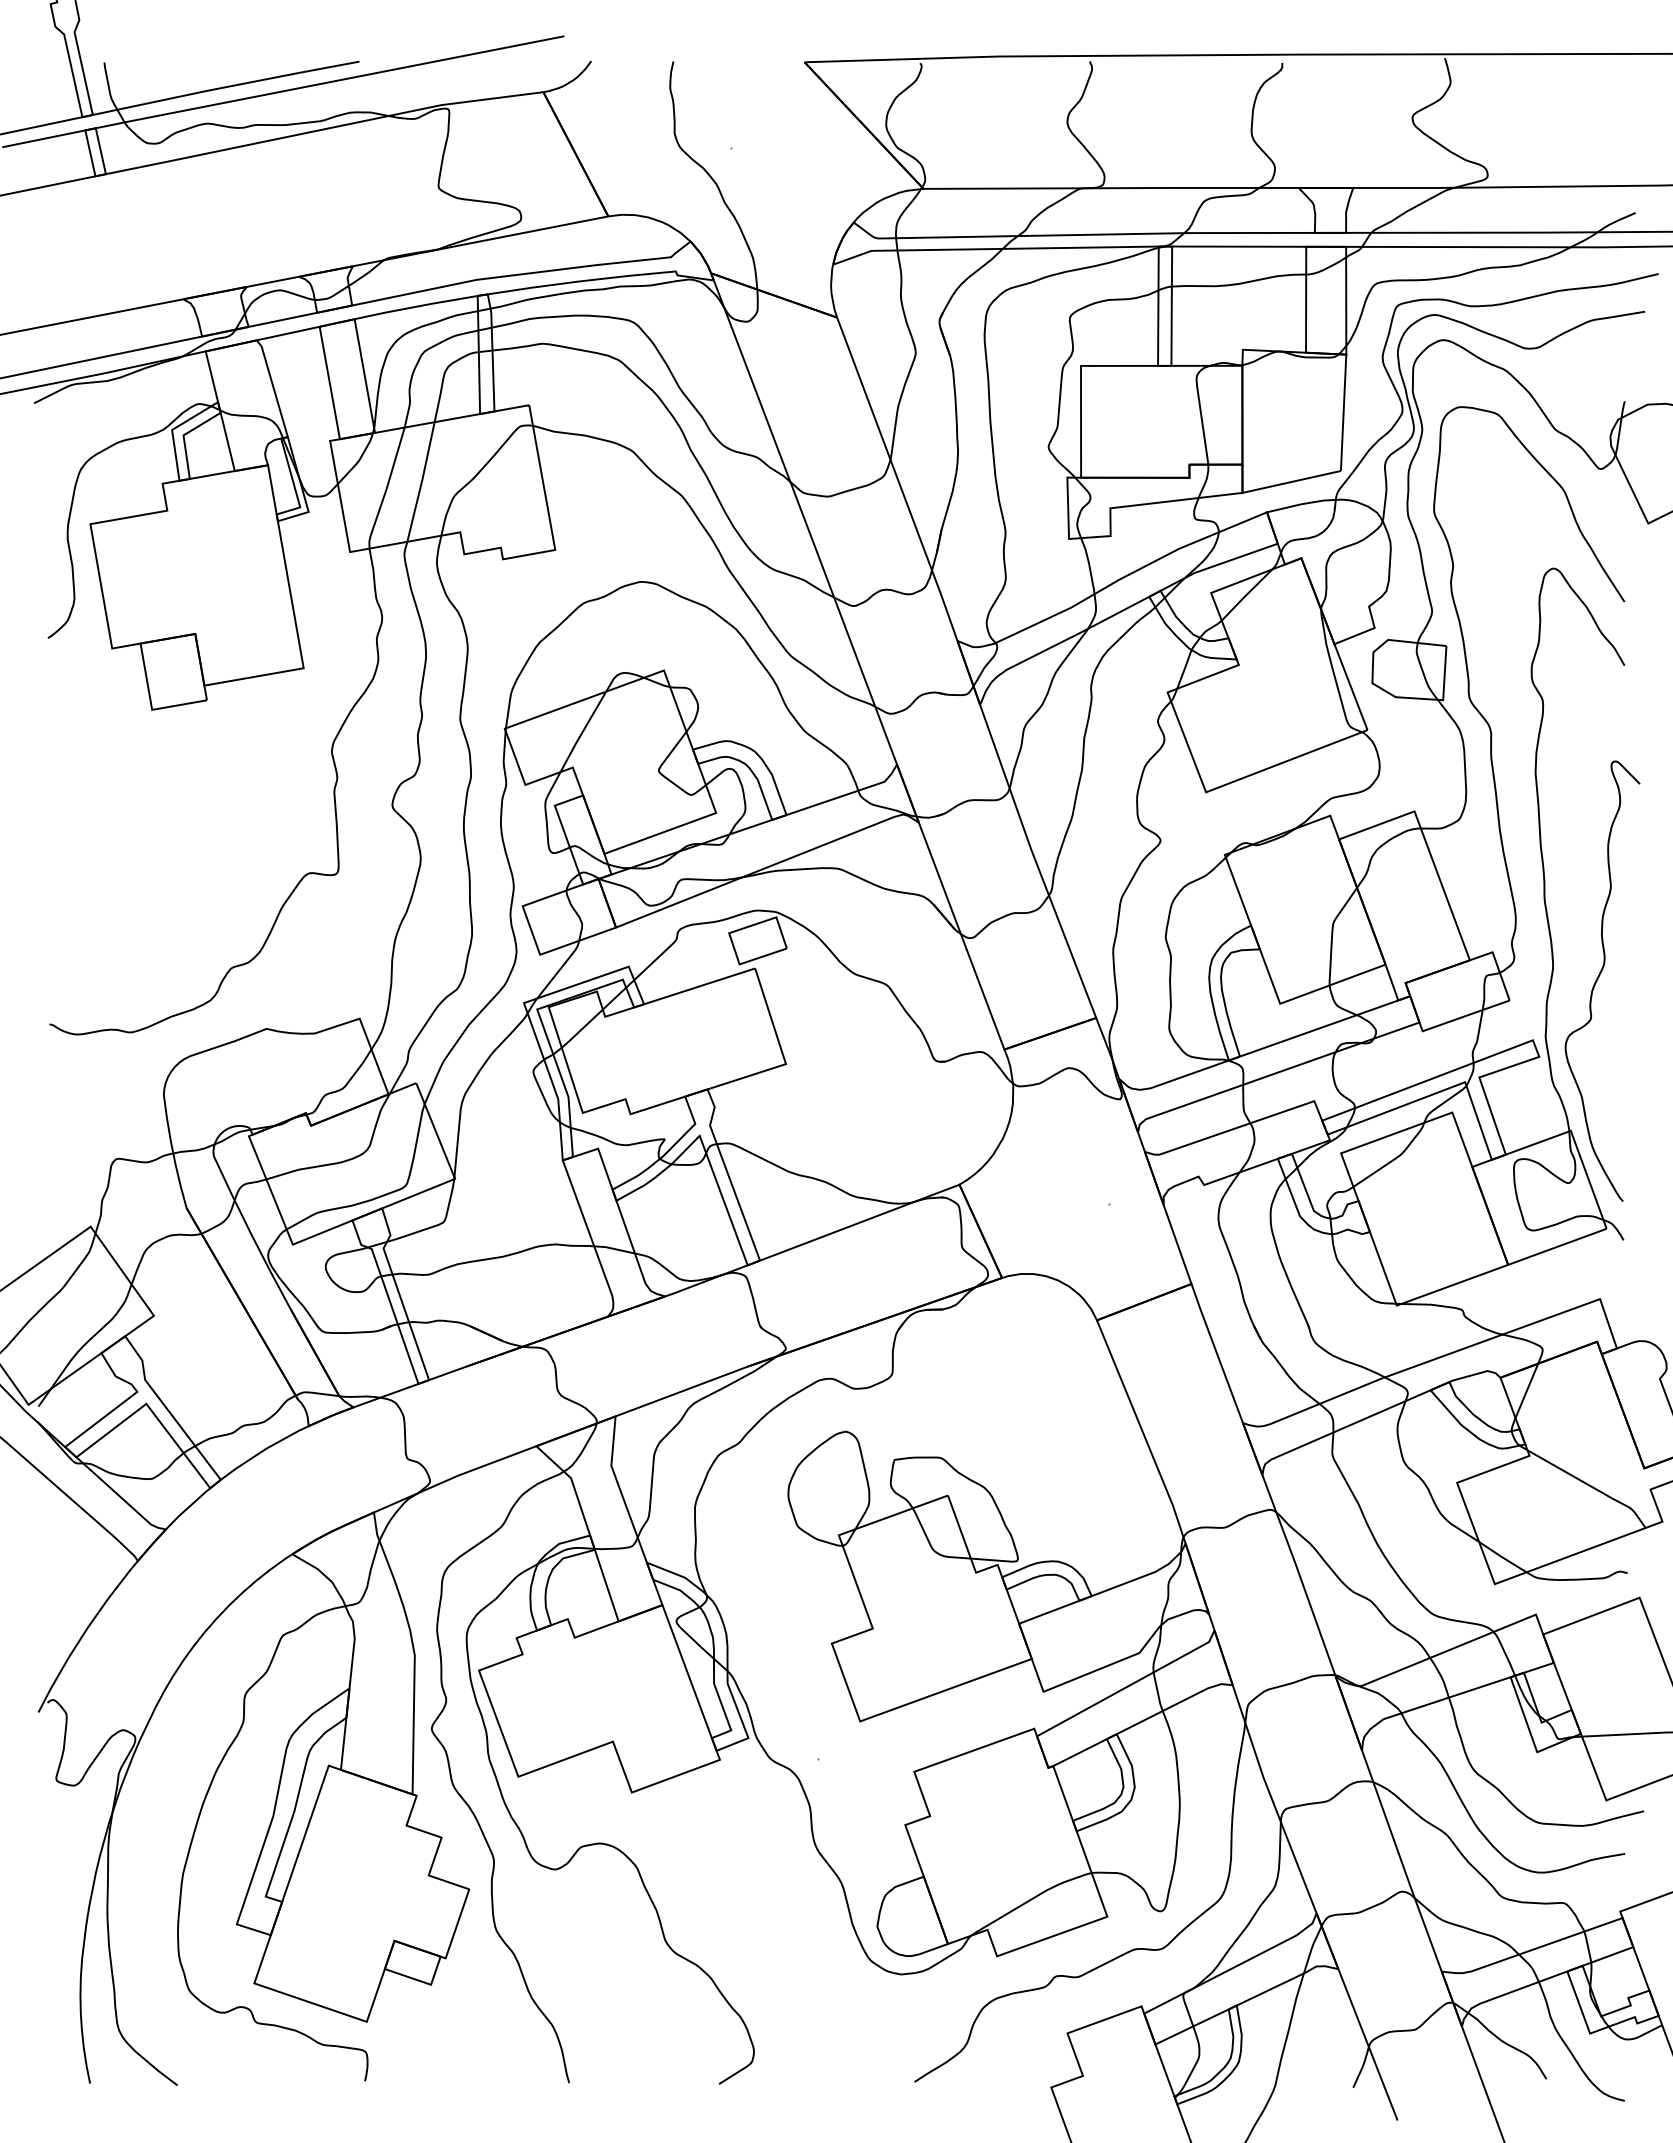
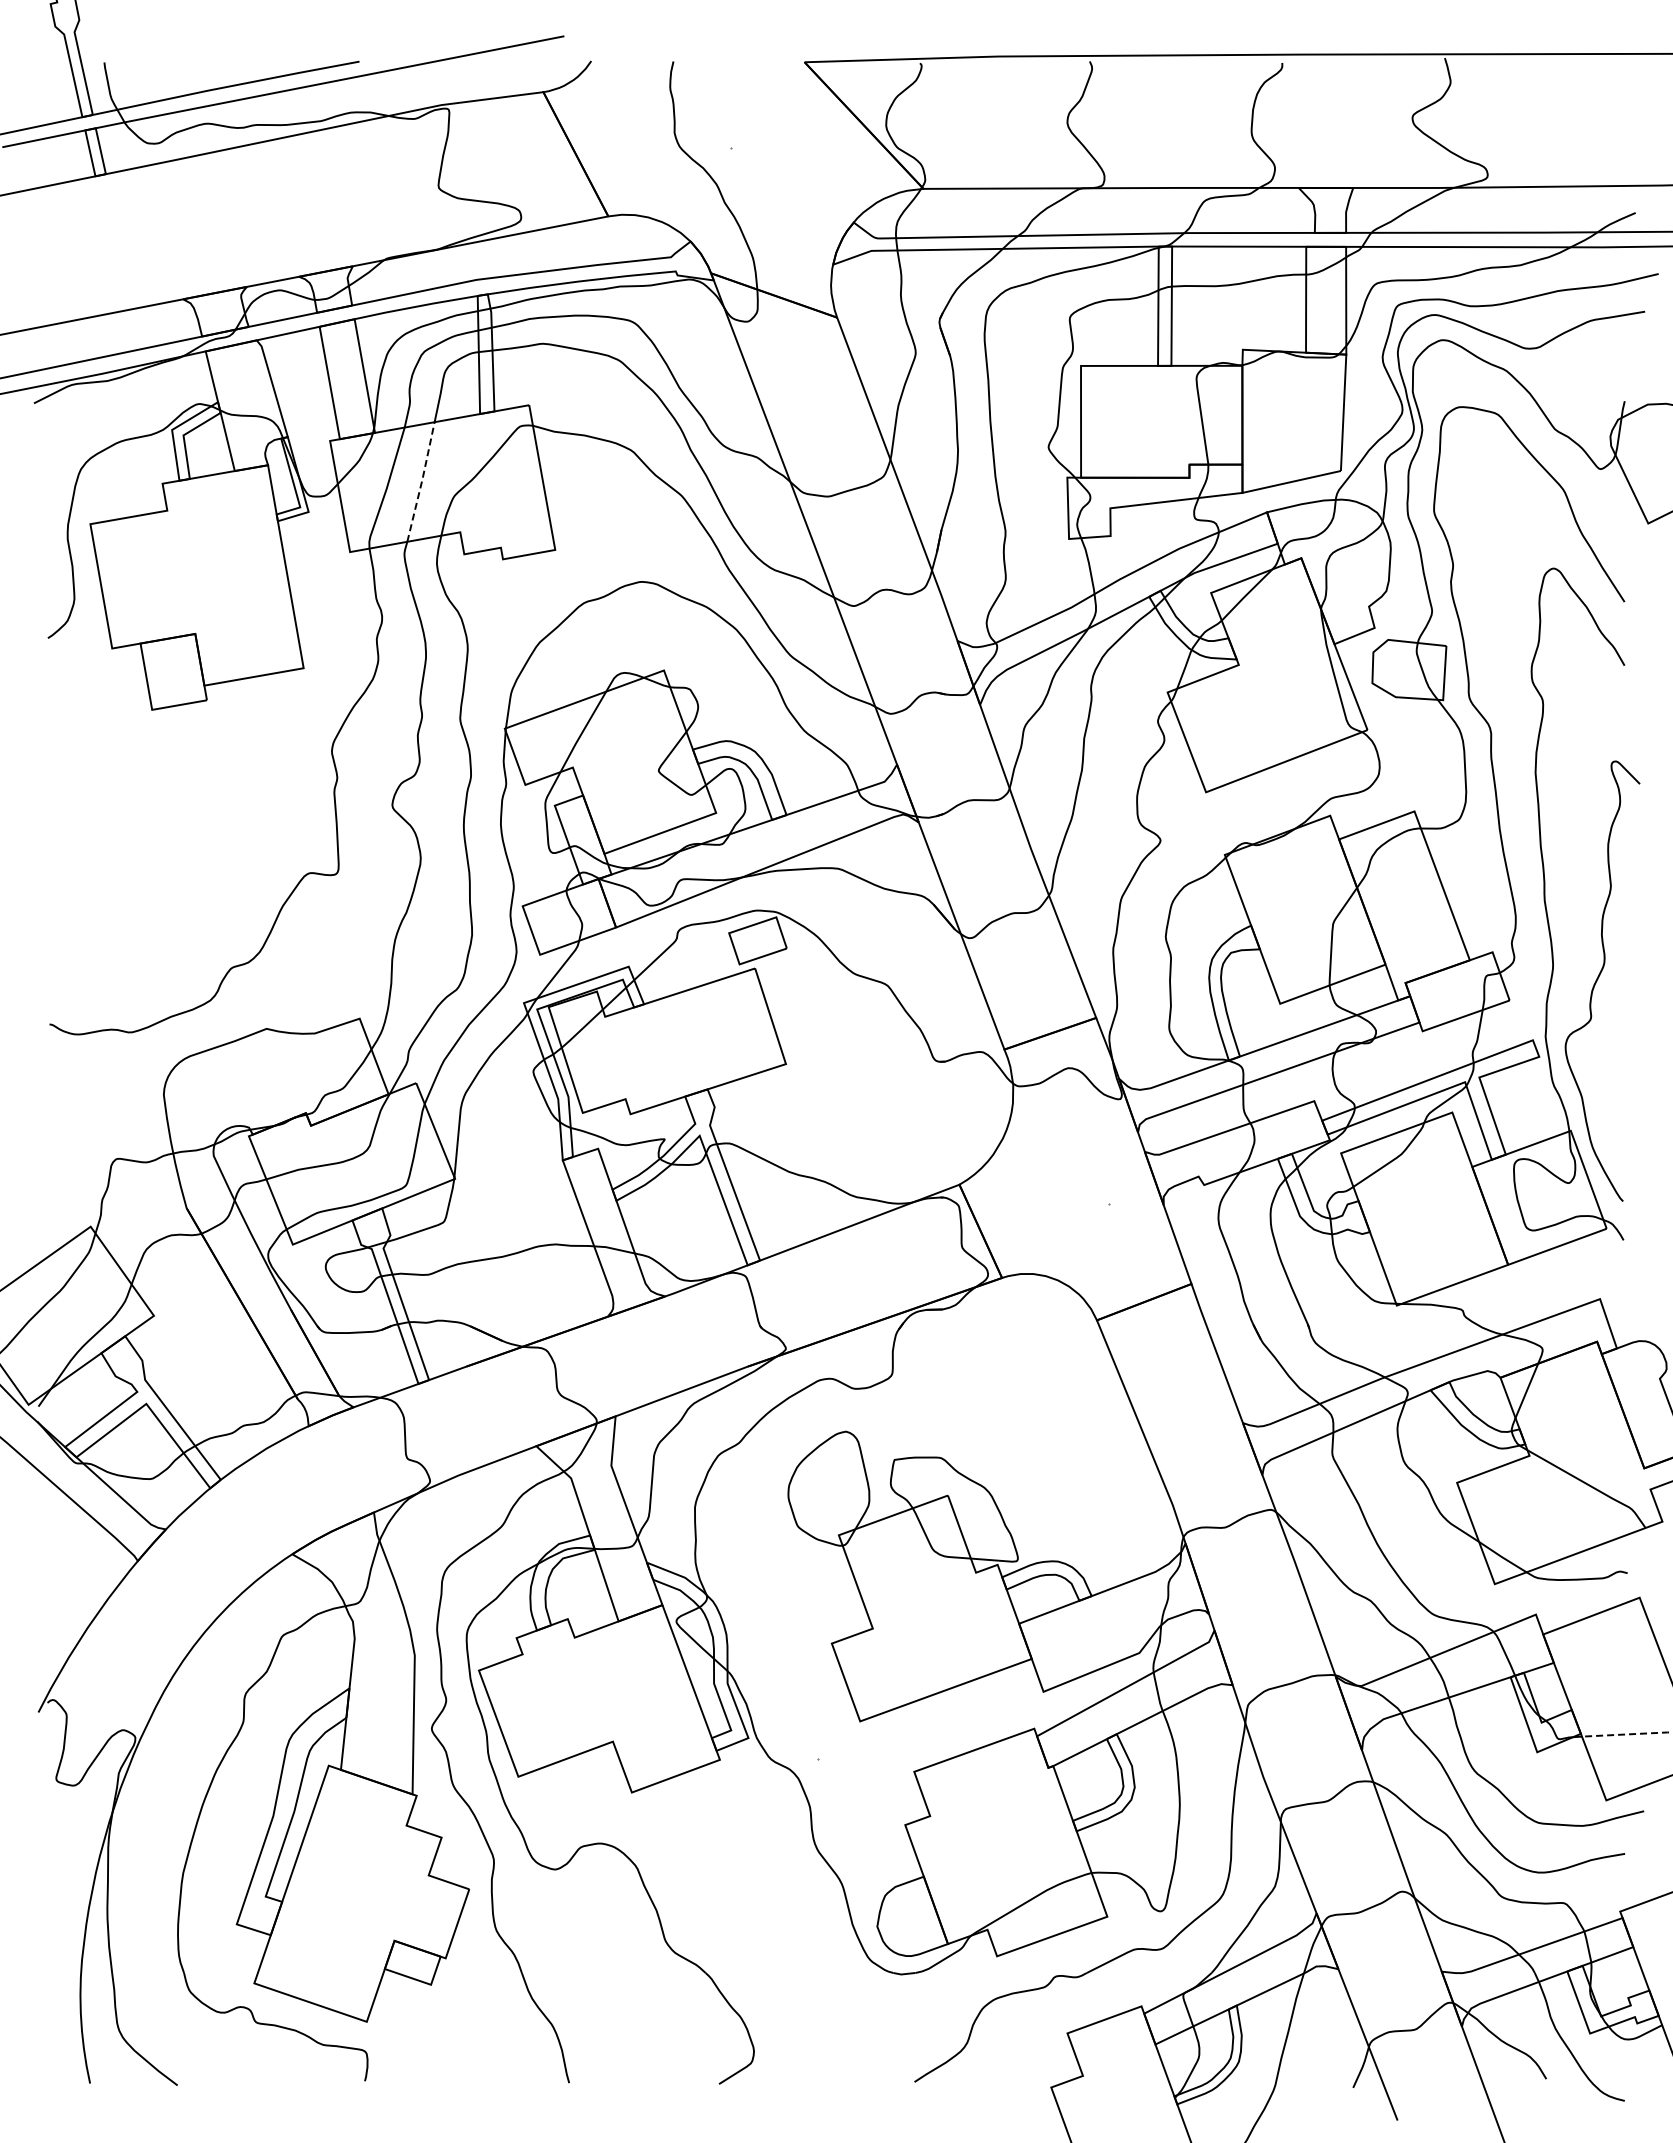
line at (422, 481): solid -> dashed
line at (1627, 1734): solid -> dashed
